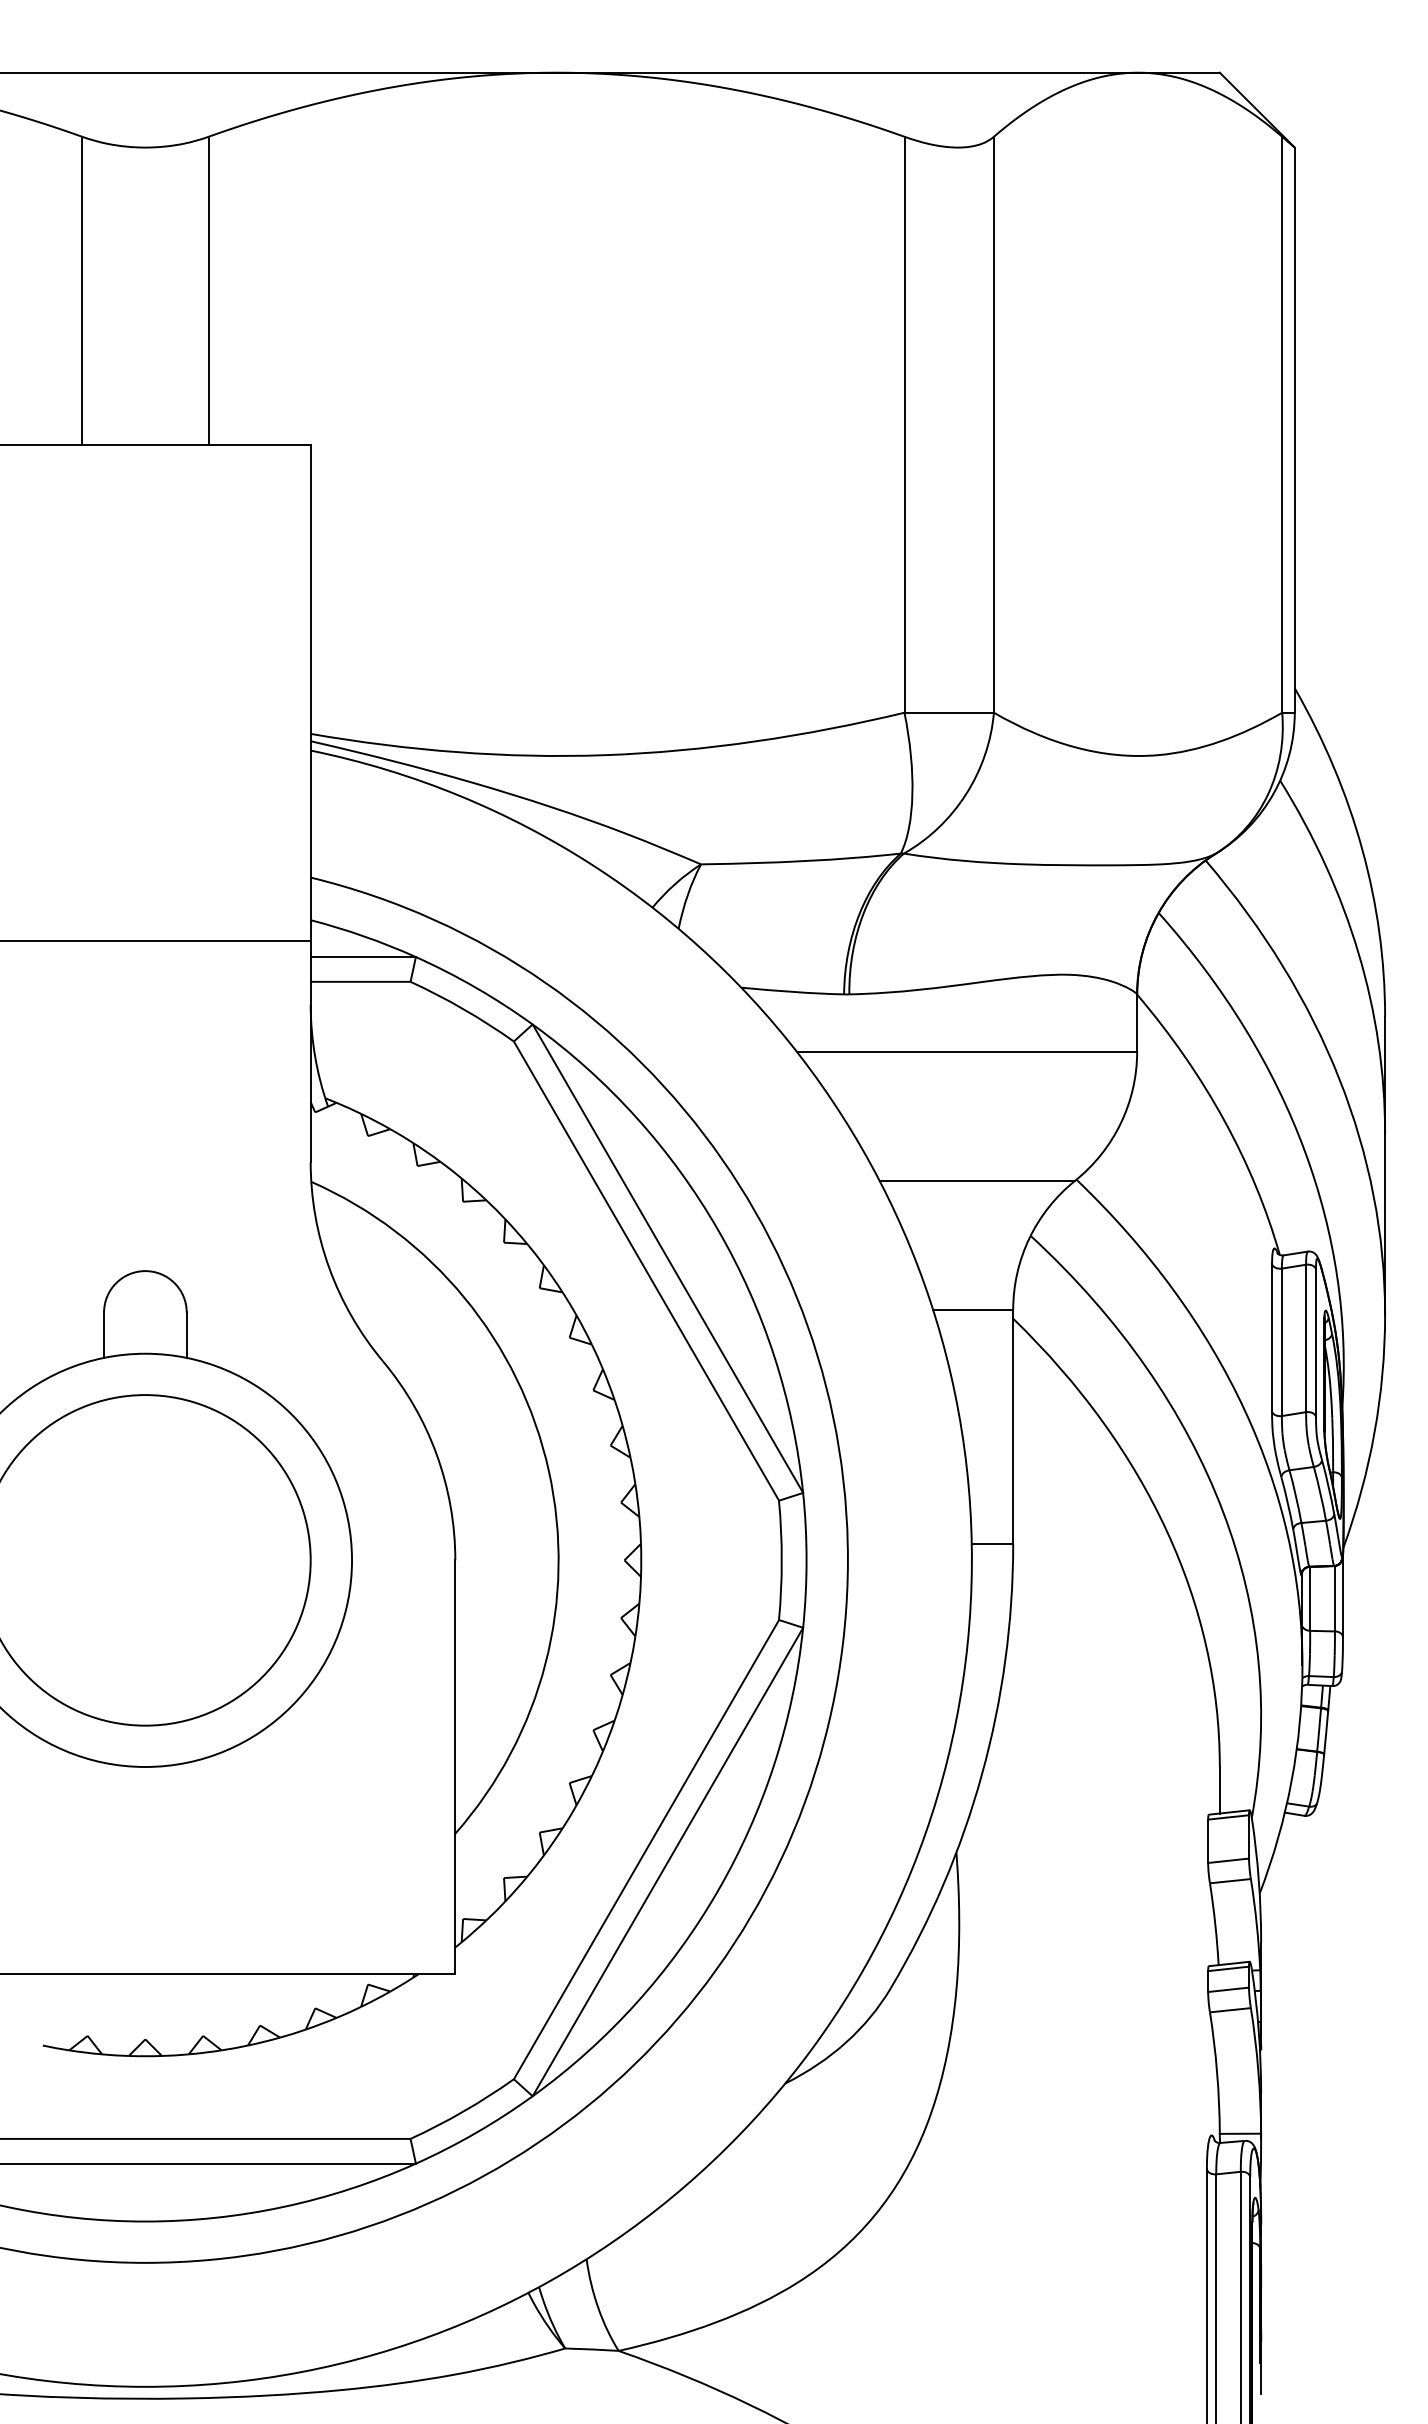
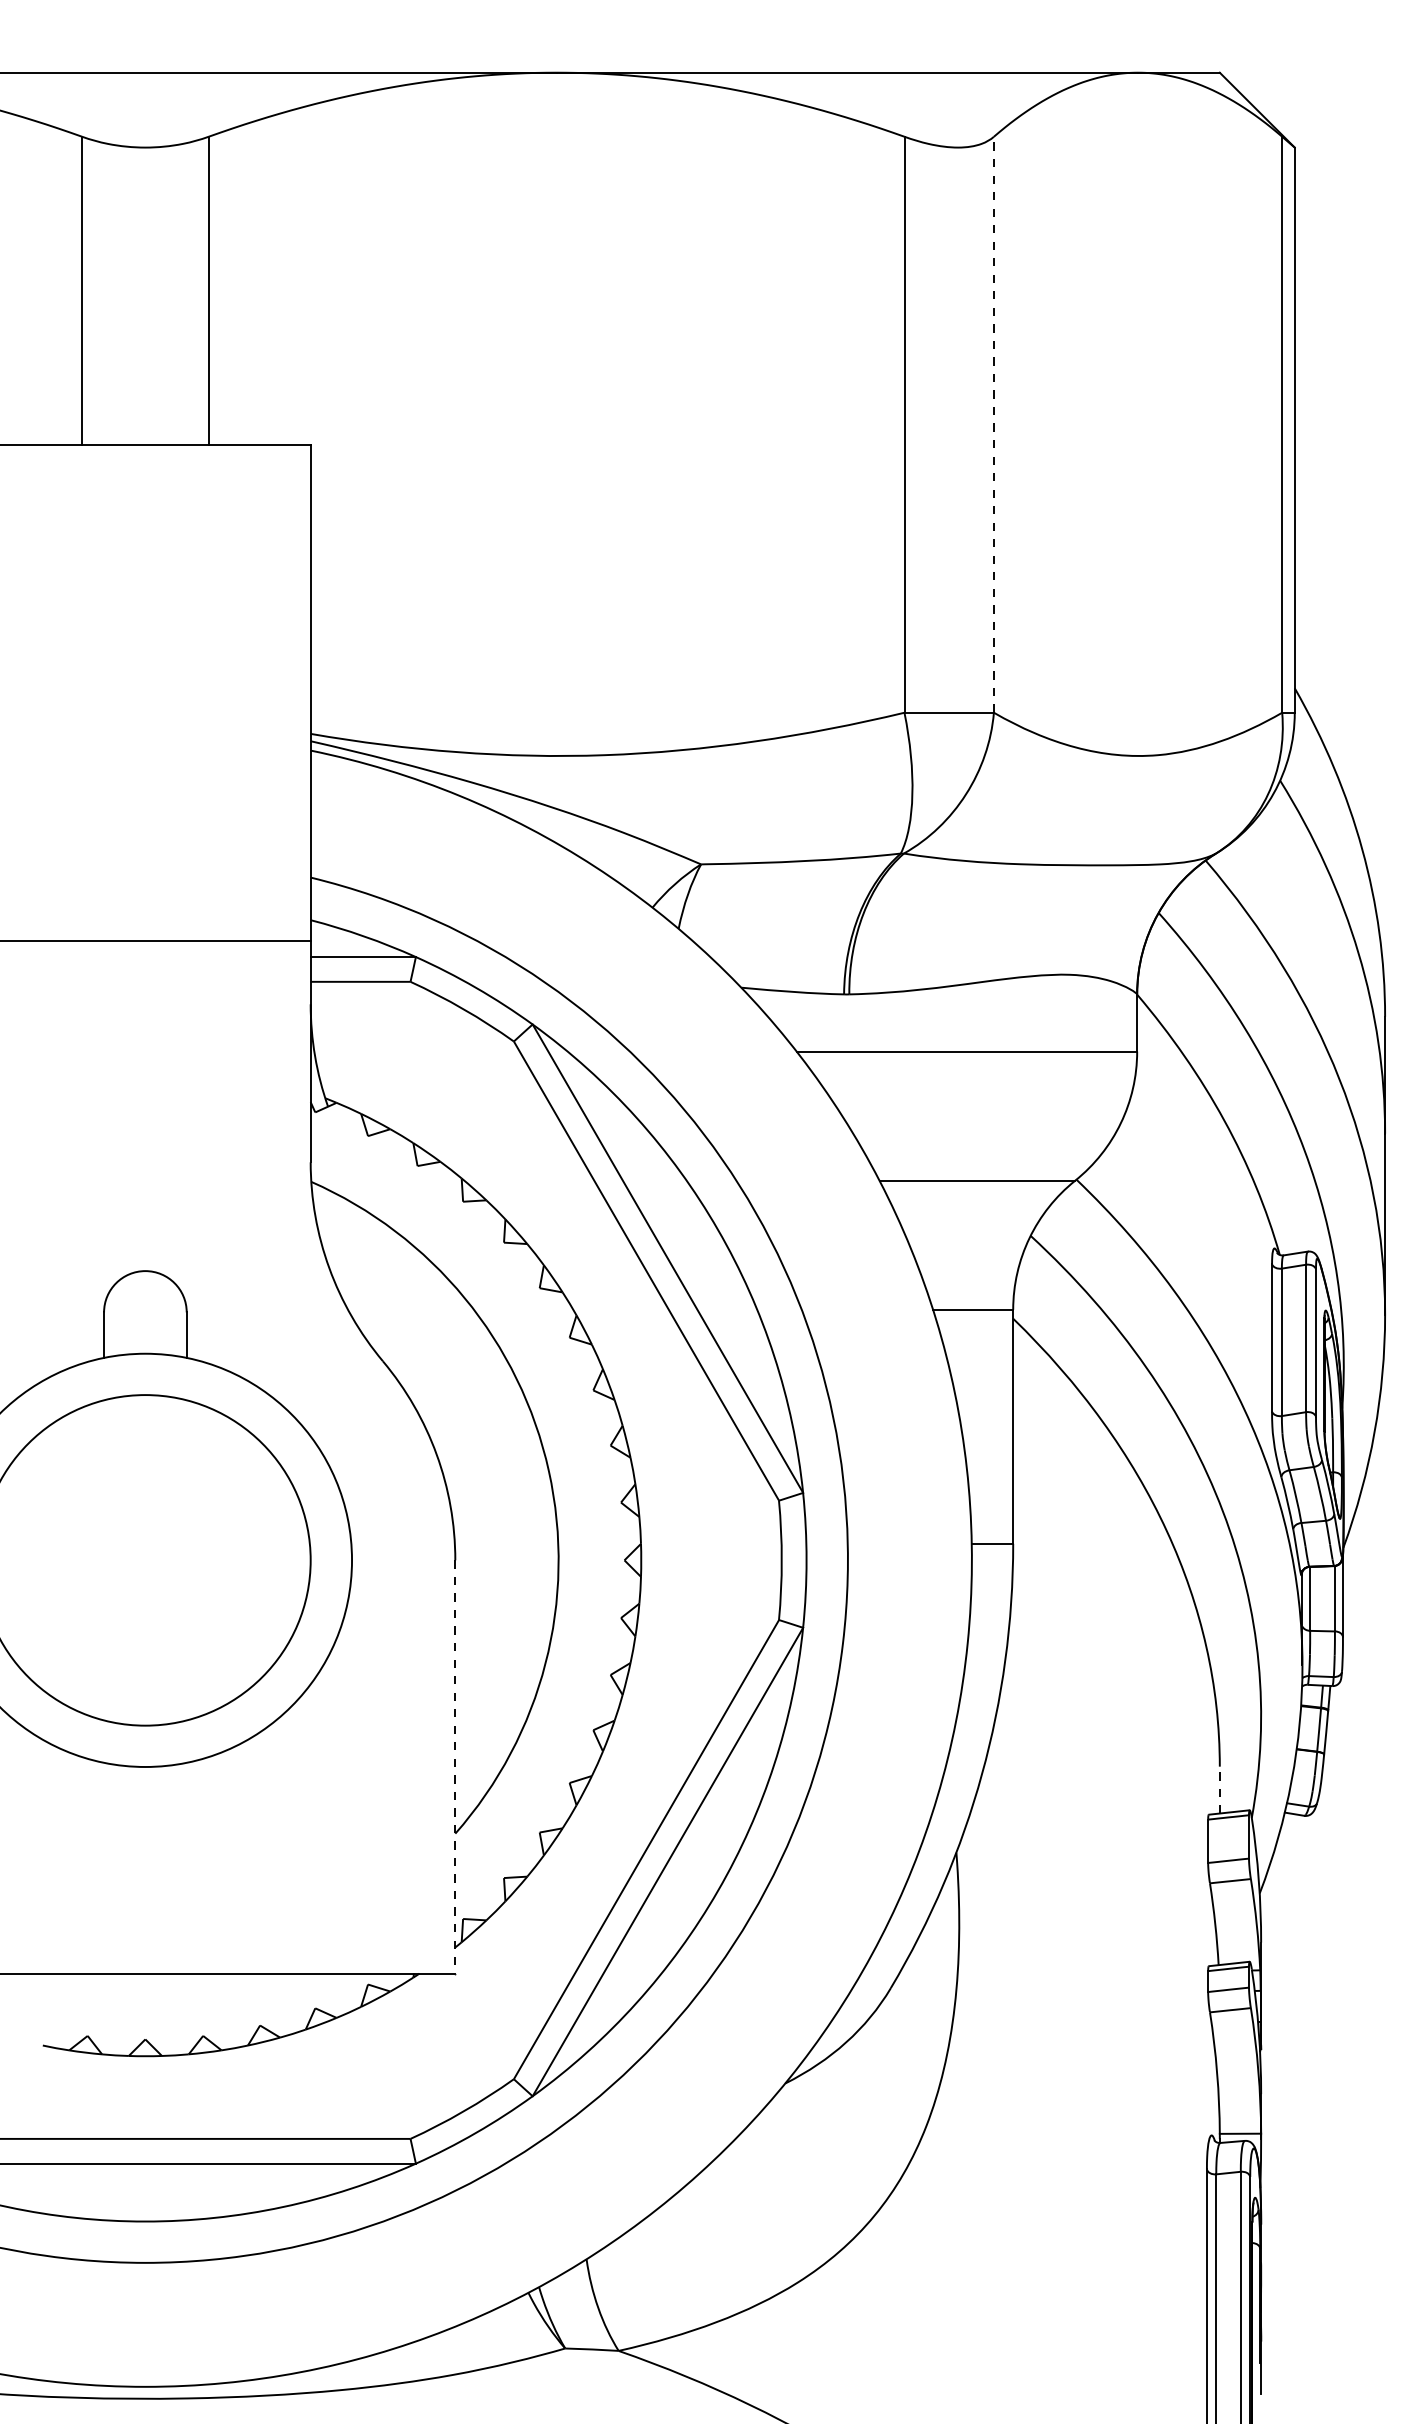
line at (993, 424): solid -> dashed
line at (455, 1766): solid -> dashed
line at (1219, 1789): solid -> dashed
